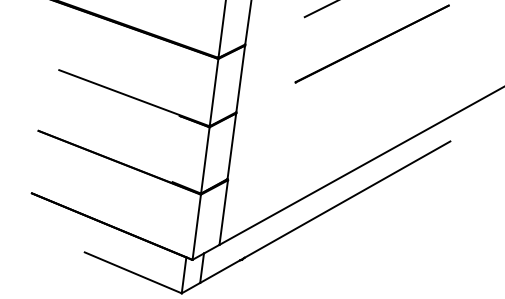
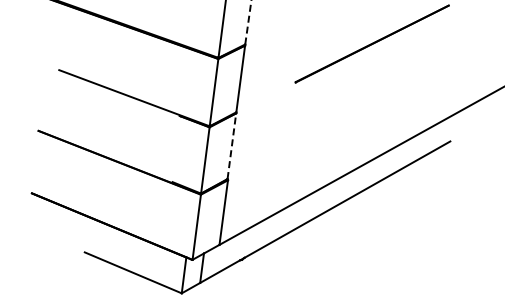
line at (319, 9): present -> none
line at (248, 21): solid -> dashed
line at (231, 145): solid -> dashed
